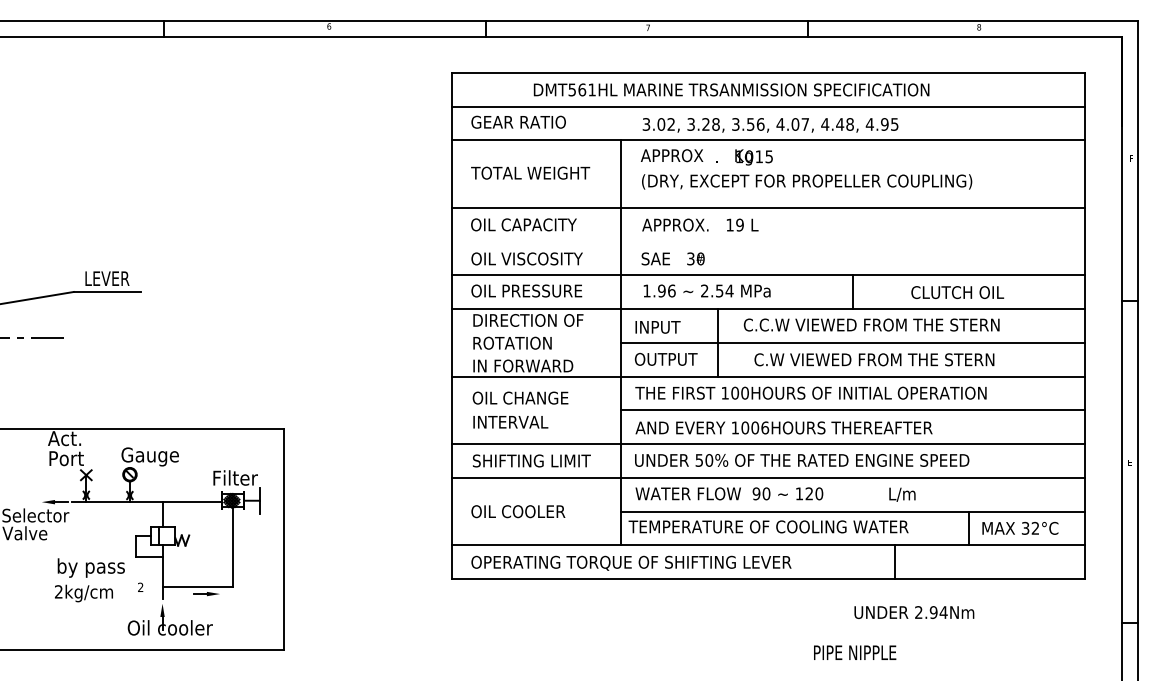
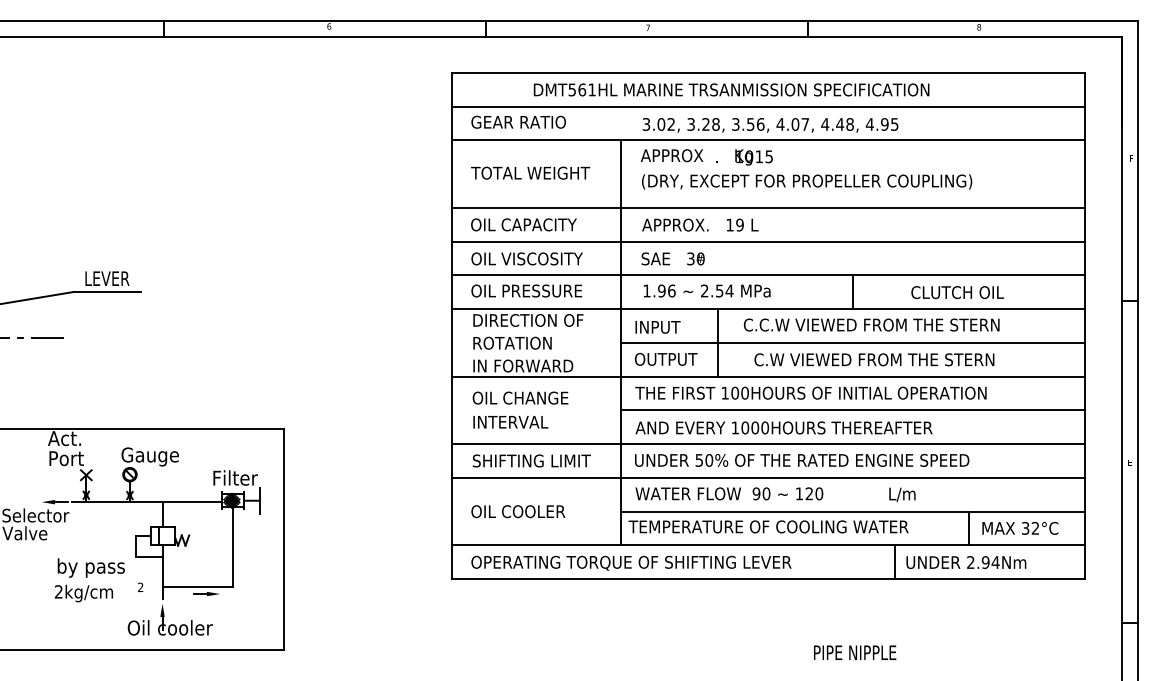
line at (767, 241): none -> present
text at (765, 427): 1006HOURS -> 1000HOURS
text at (914, 612) position: (914, 612) -> (966, 562)
